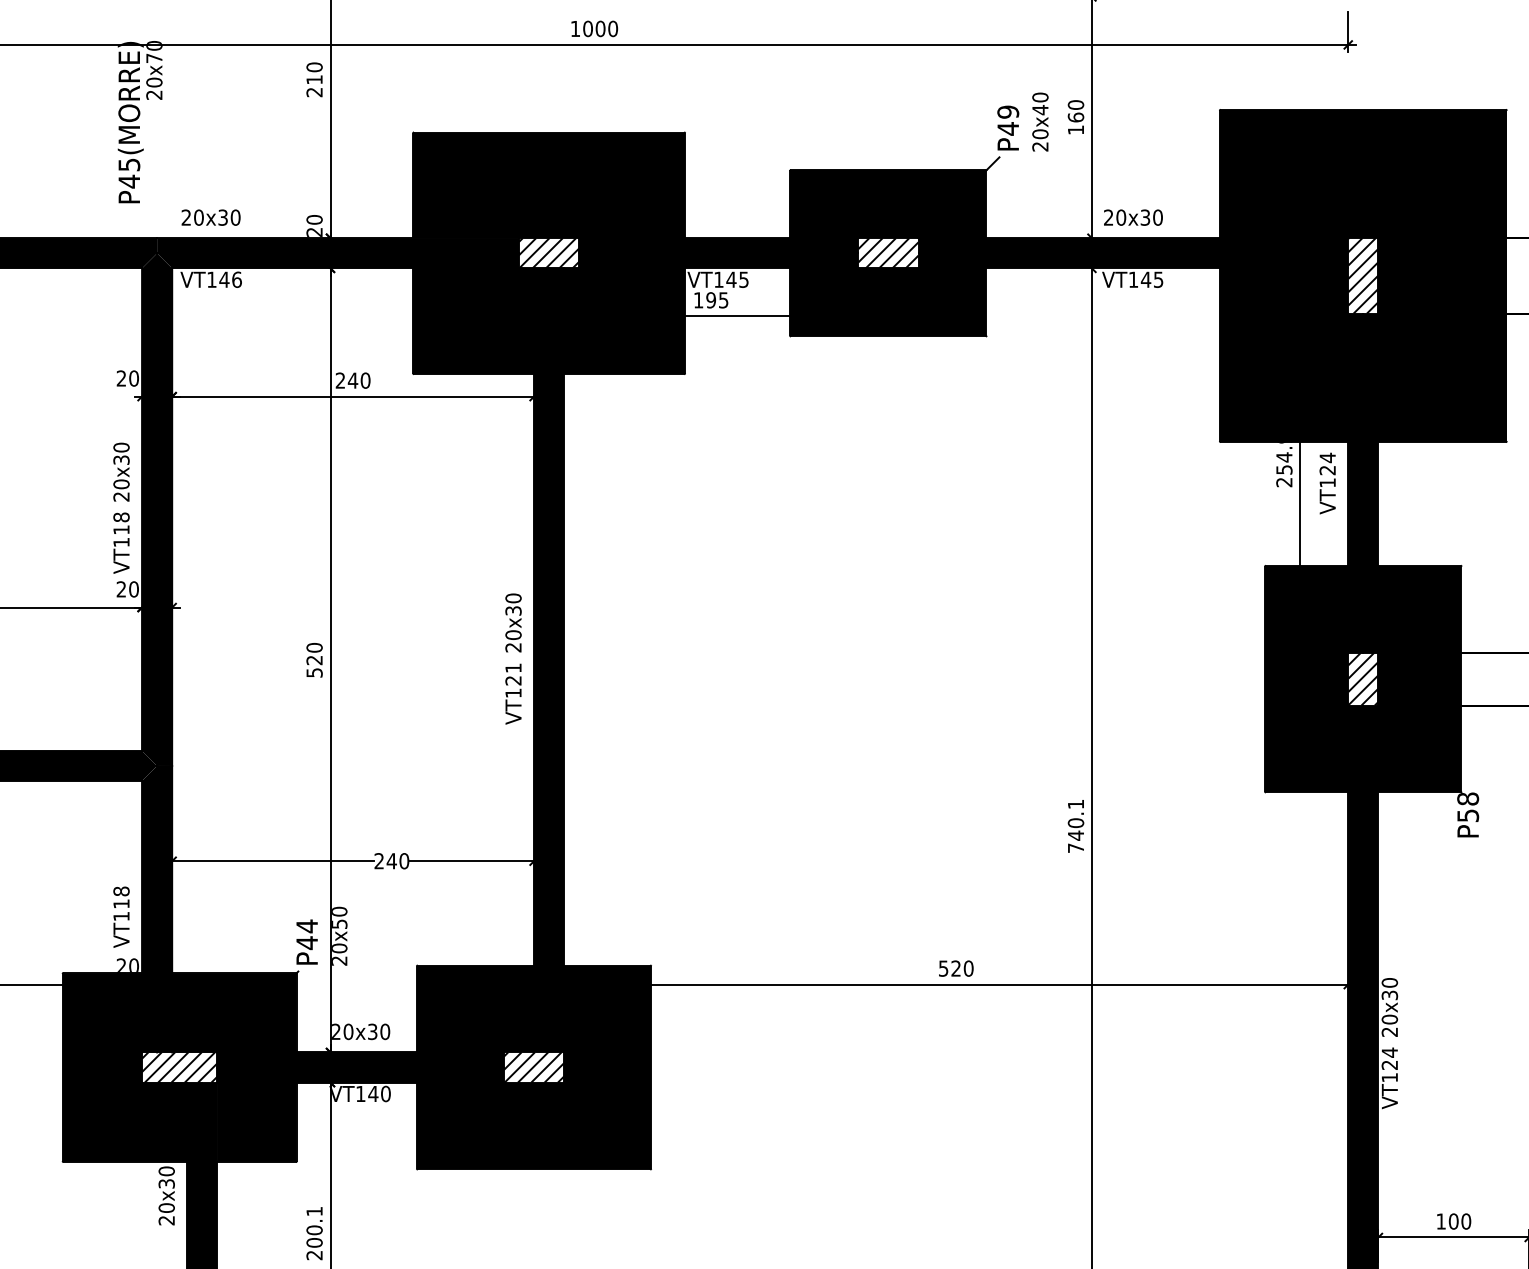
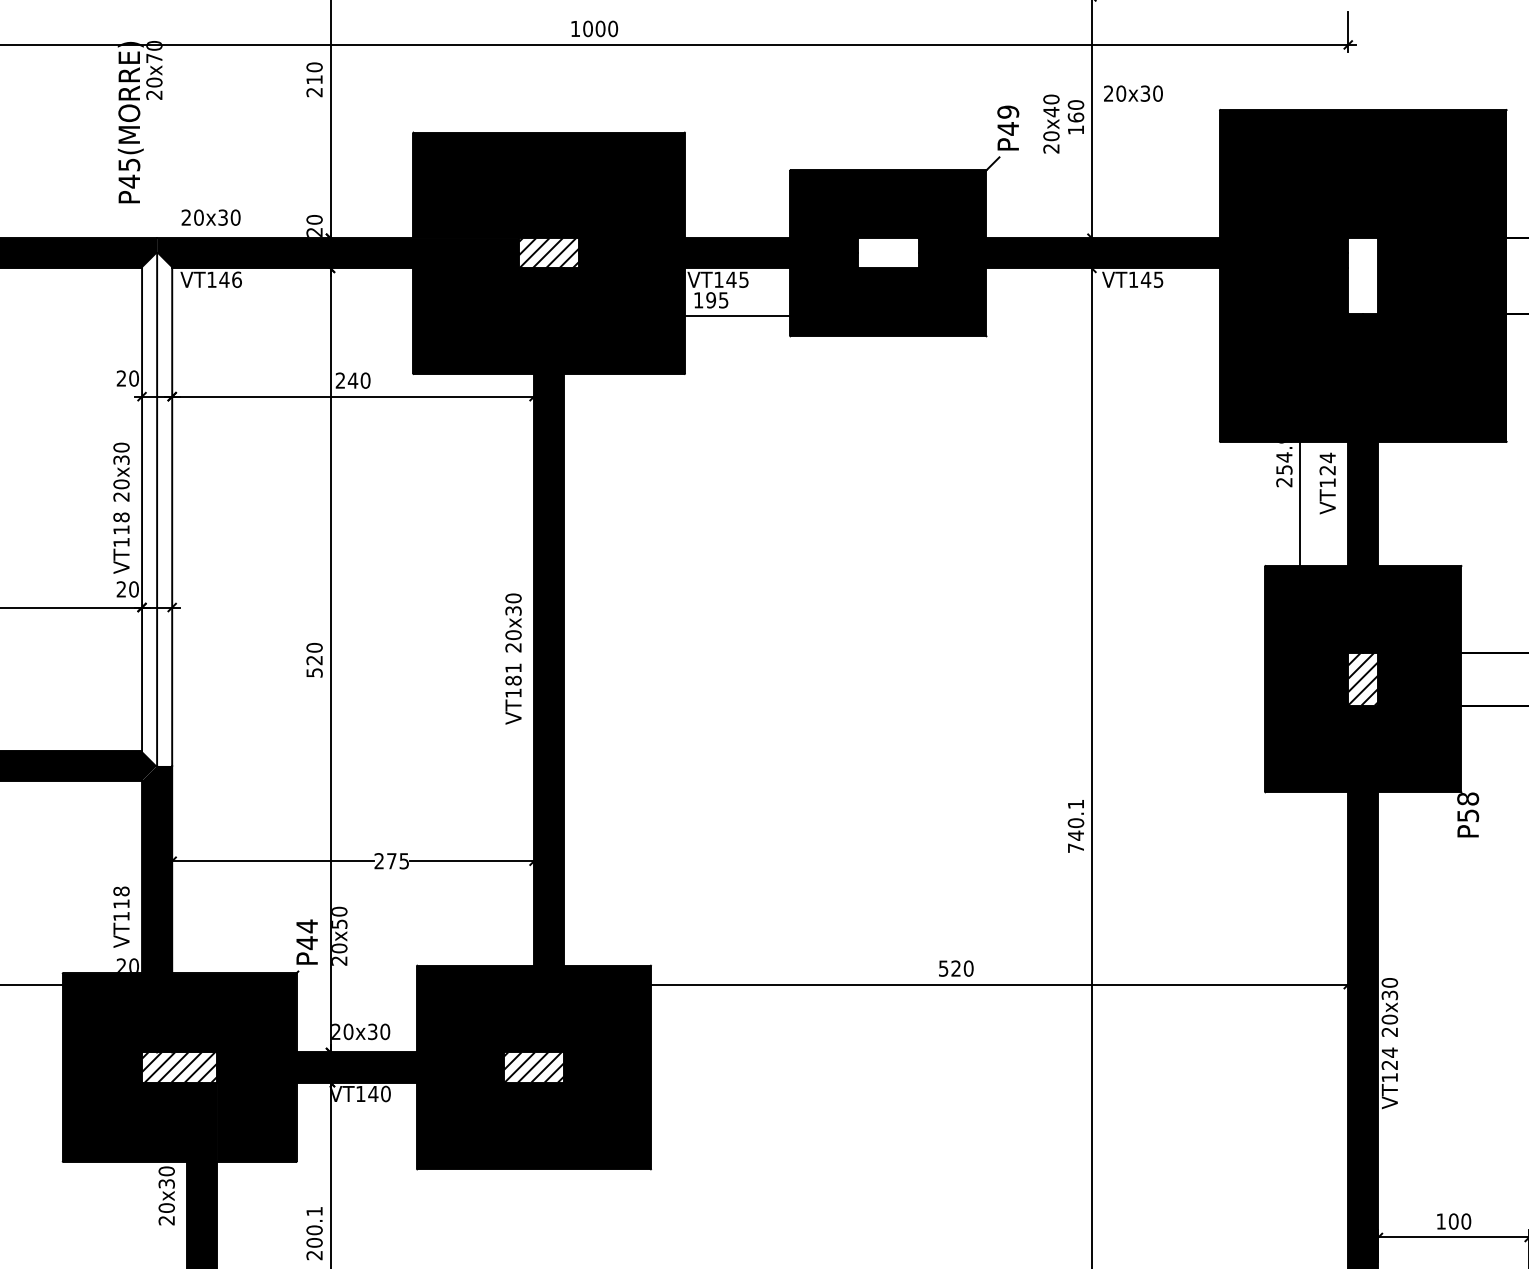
text at (1040, 121) position: (1040, 121) -> (1051, 123)
text at (1133, 217) position: (1133, 217) -> (1133, 93)
hatch at (888, 253): present -> none
hatch at (1363, 275): present -> none
fill at (157, 509): present -> none
text at (513, 680): VT121 -> VT181
text at (397, 861): 240 -> 275
